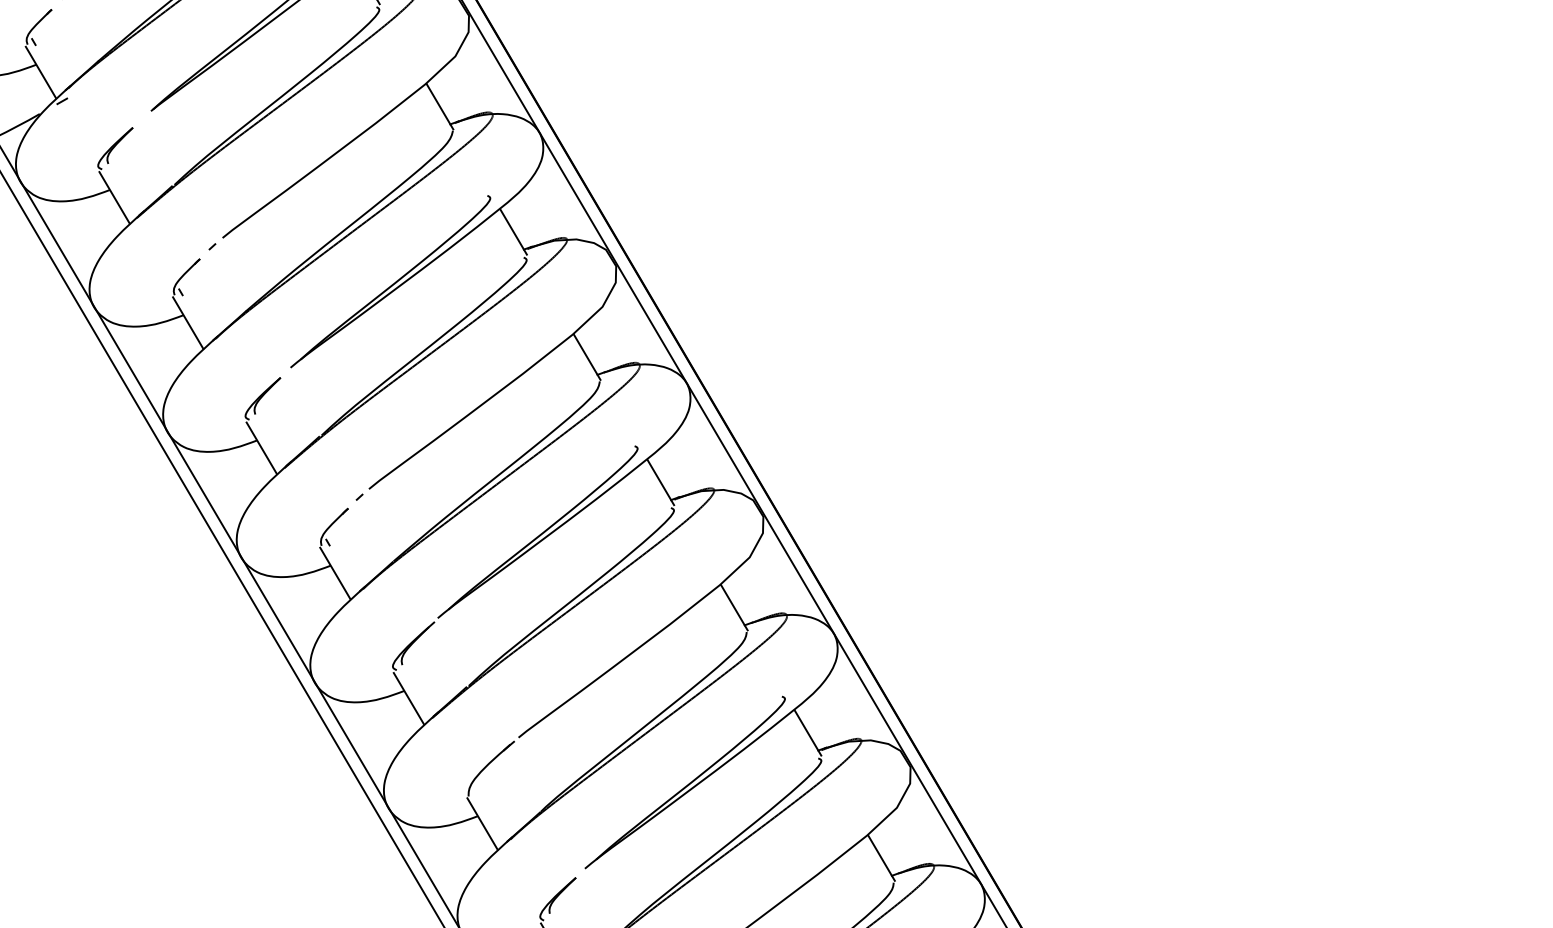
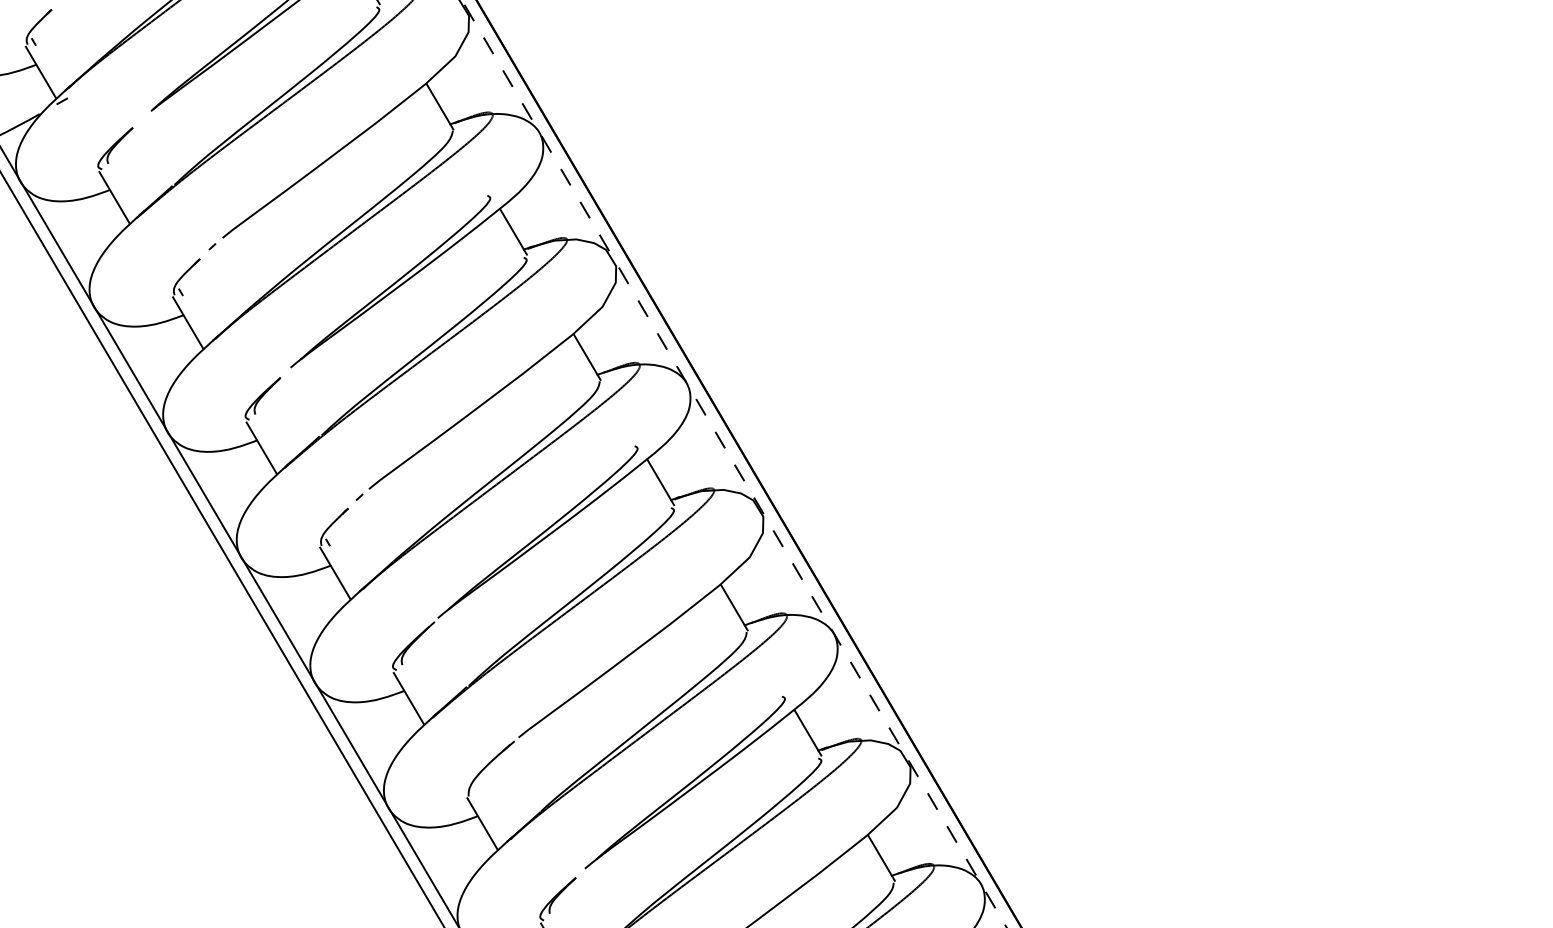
line at (734, 463): solid -> dashed
